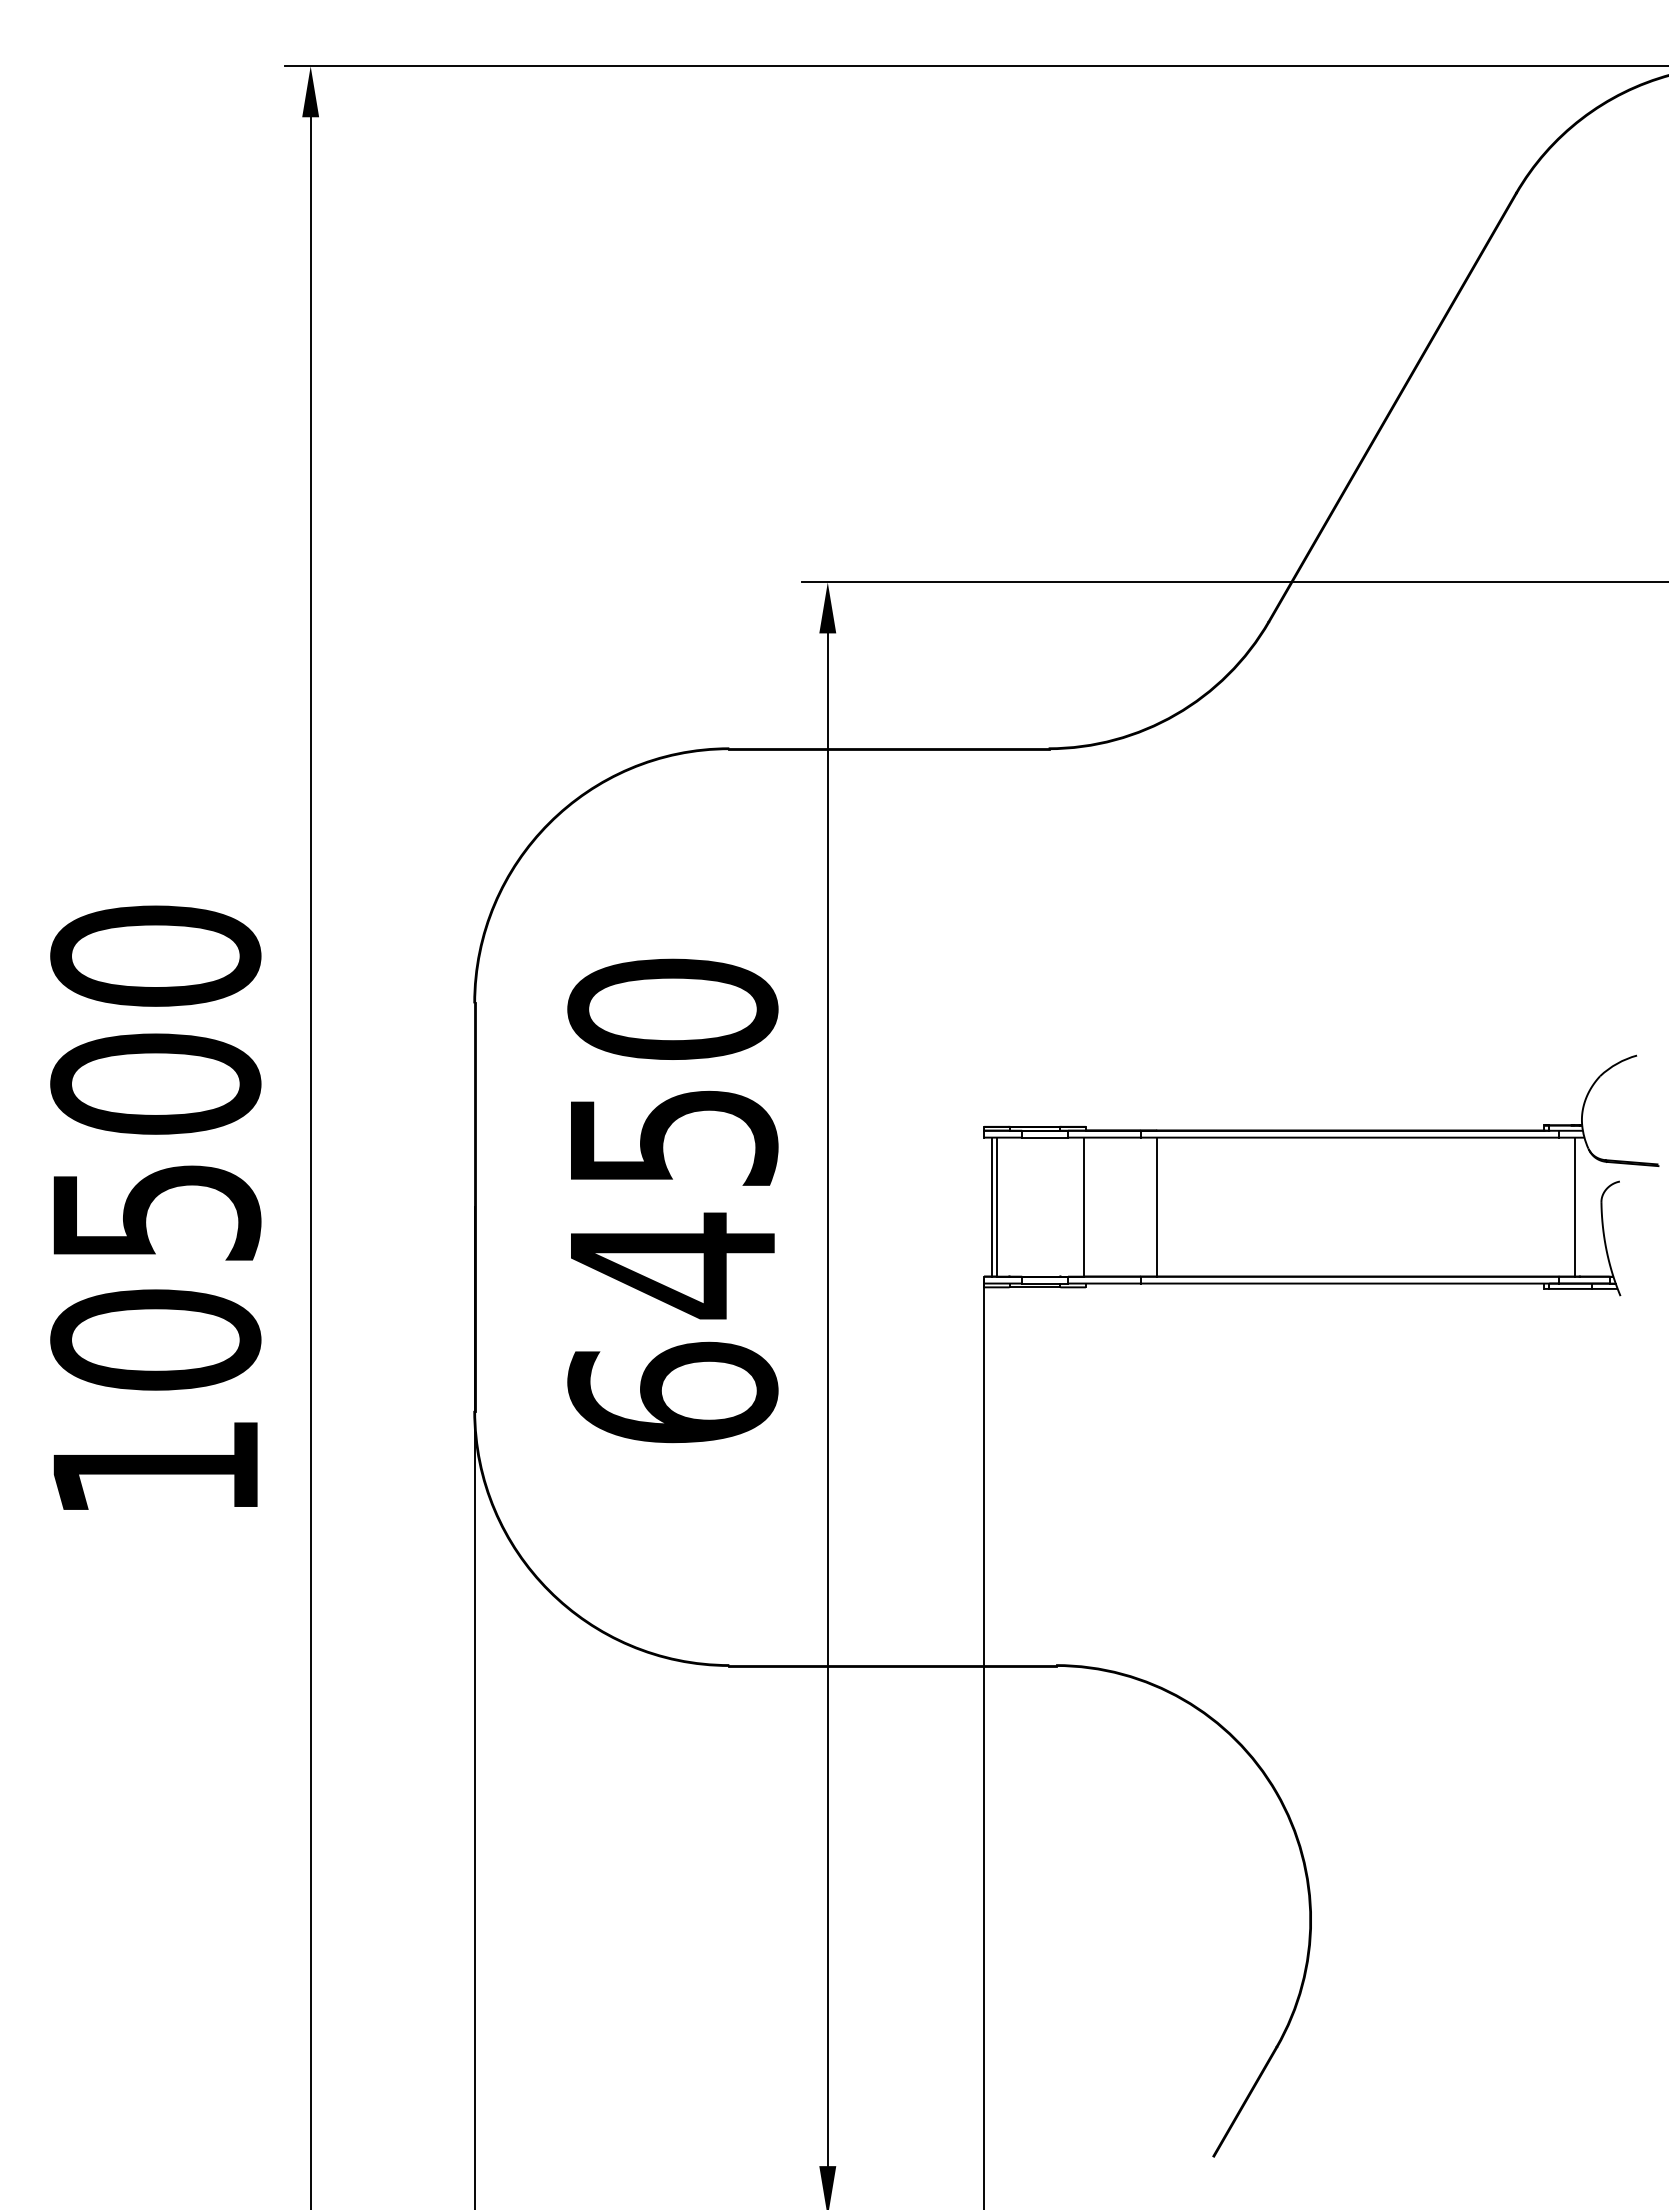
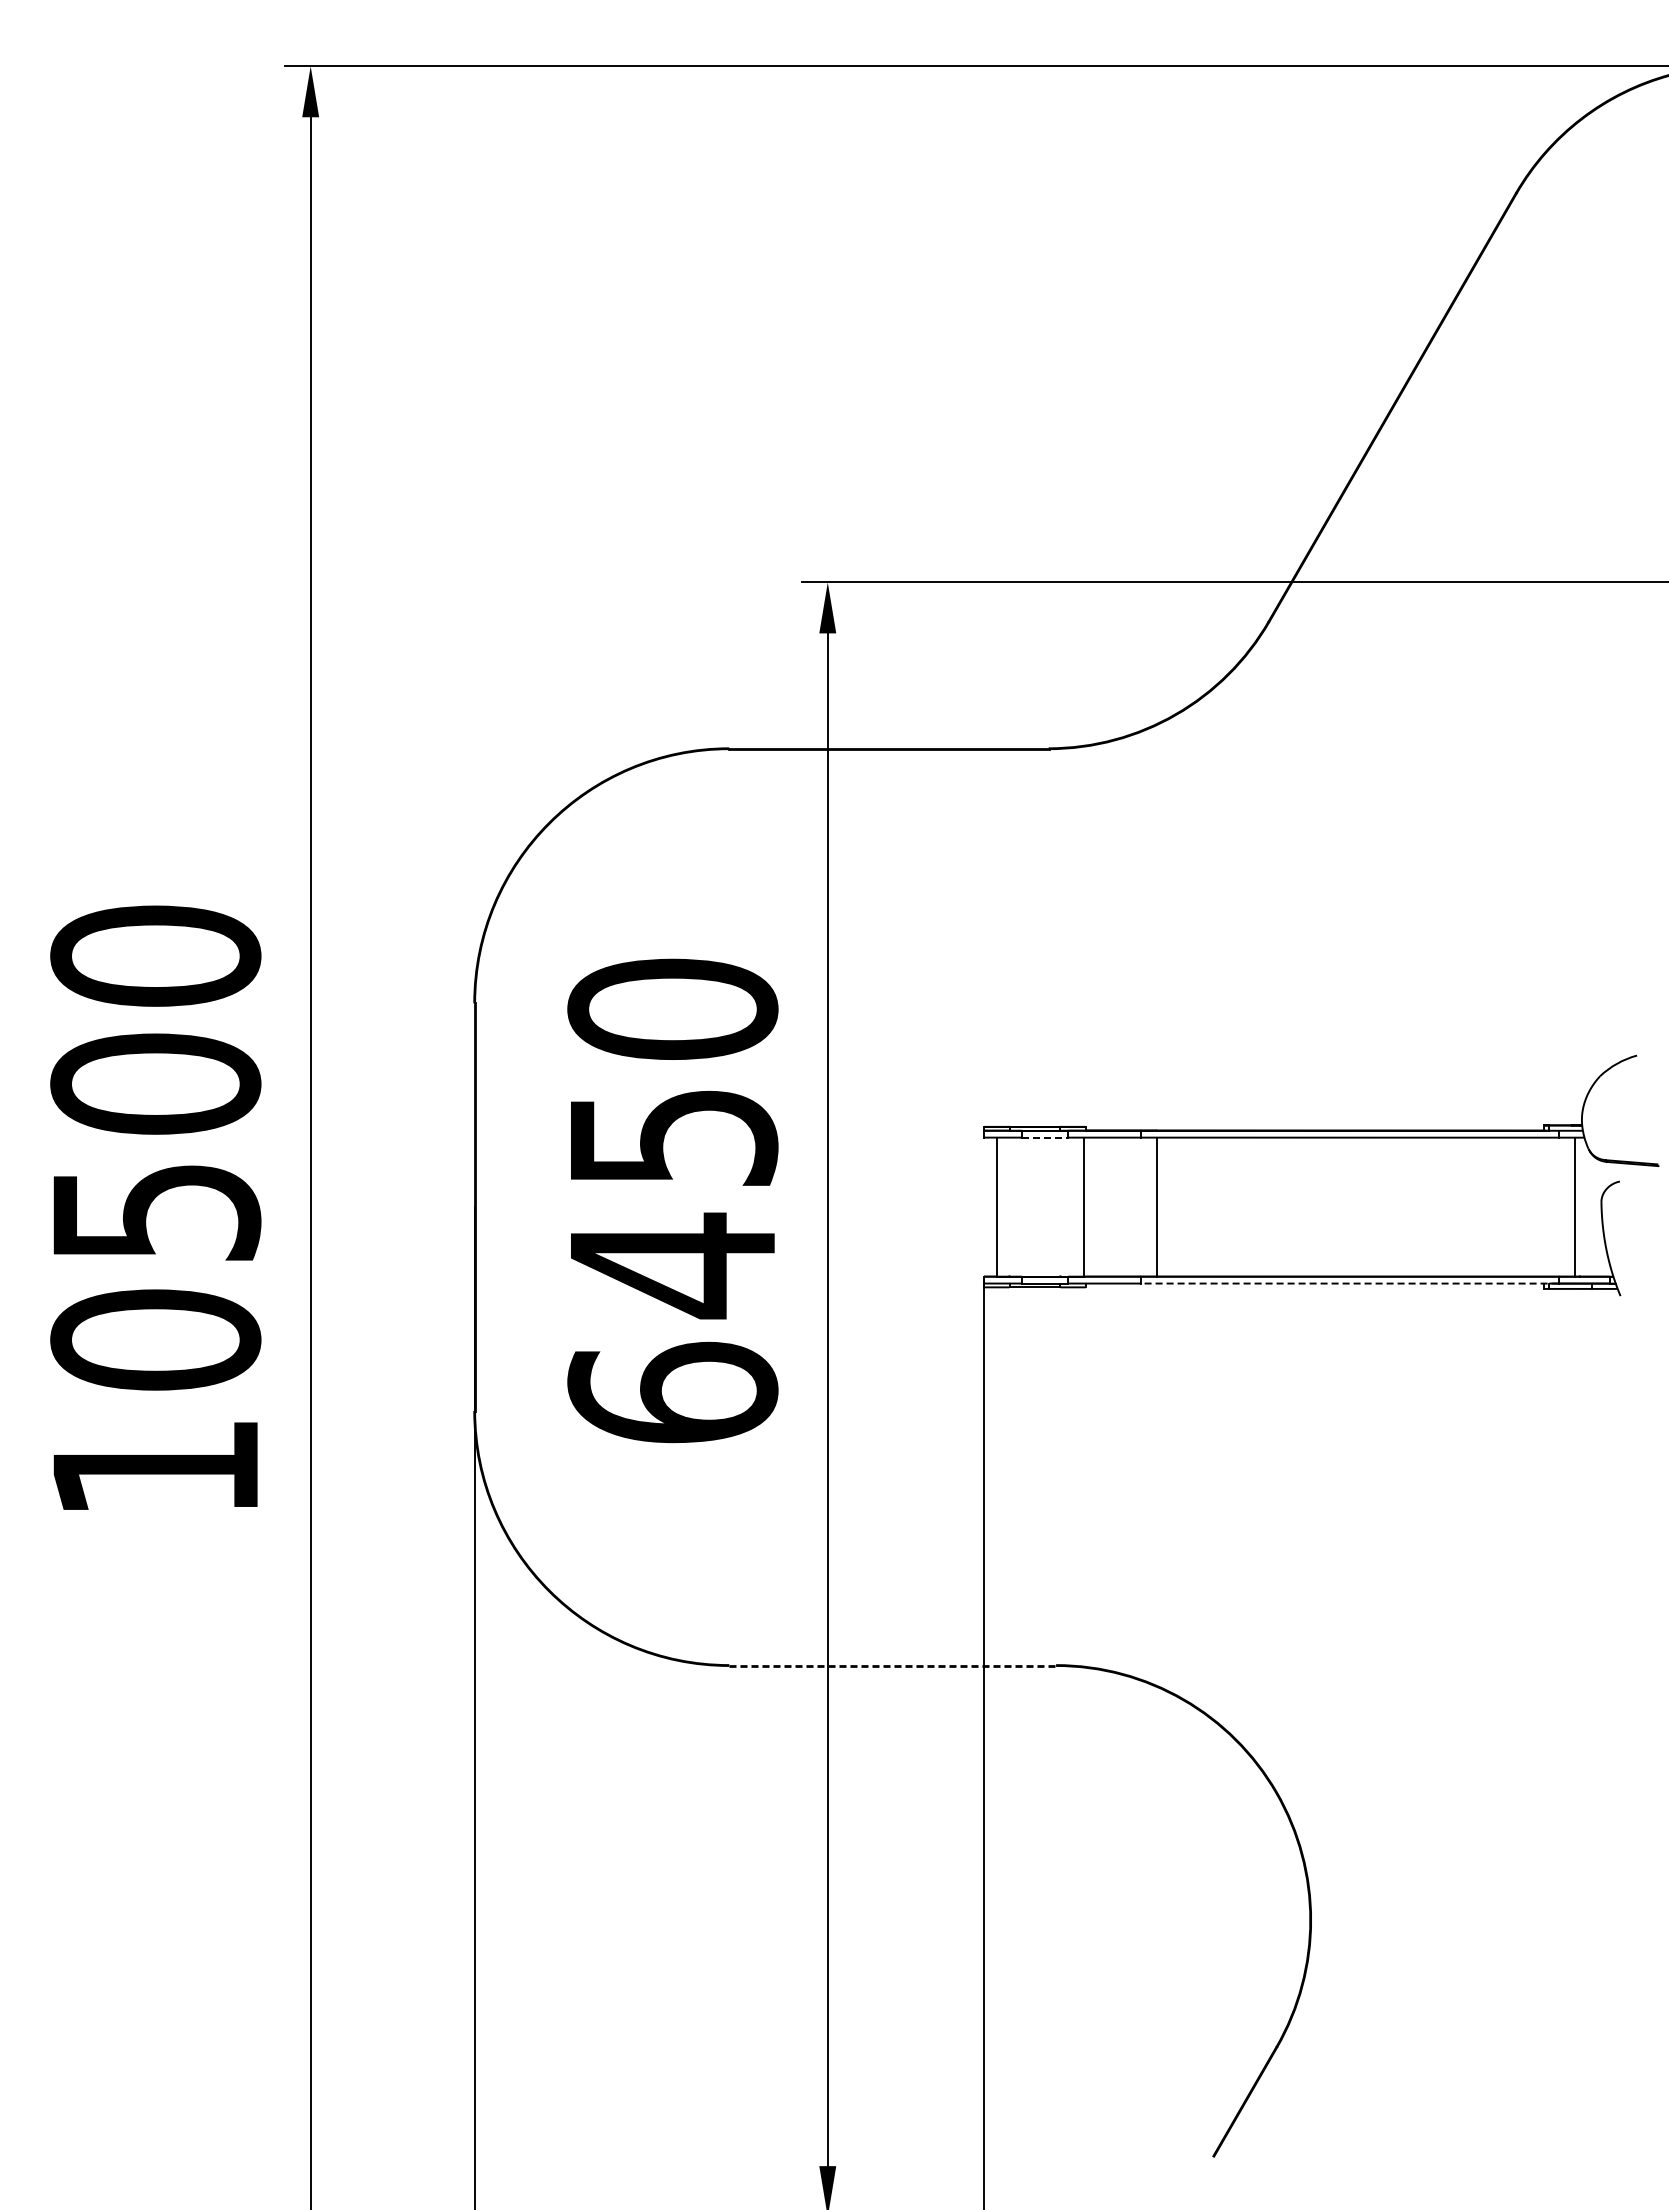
line at (1045, 1137): solid -> dashed
line at (991, 1206): present -> none
line at (1349, 1283): solid -> dashed
line at (893, 1665): solid -> dashed
